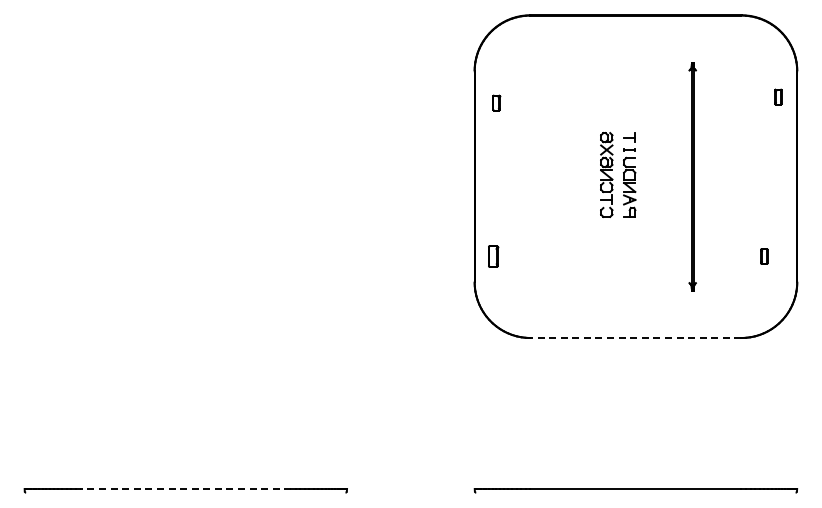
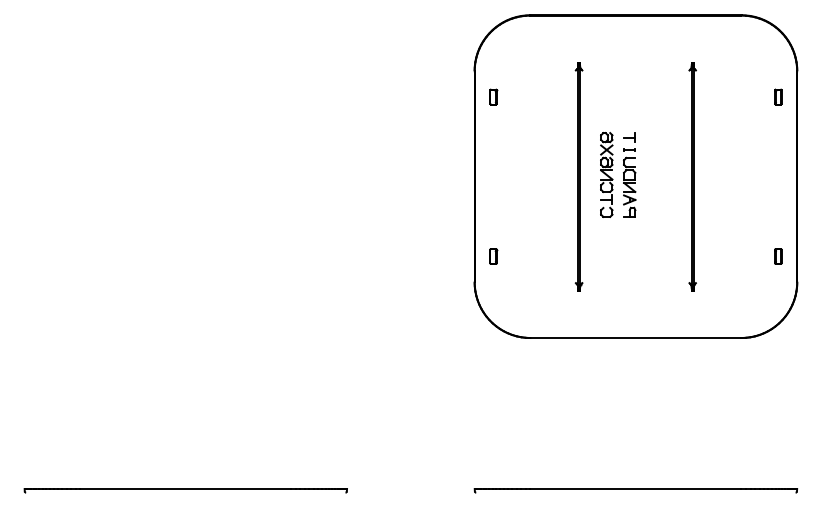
part at (496, 102) position: (496, 102) -> (493, 96)
part at (578, 176): none -> present
part at (493, 256) size: 12x23 px -> 10x17 px
part at (764, 256) position: (764, 256) -> (778, 256)
line at (635, 338): dashed -> solid
line at (185, 489): dashed -> solid
